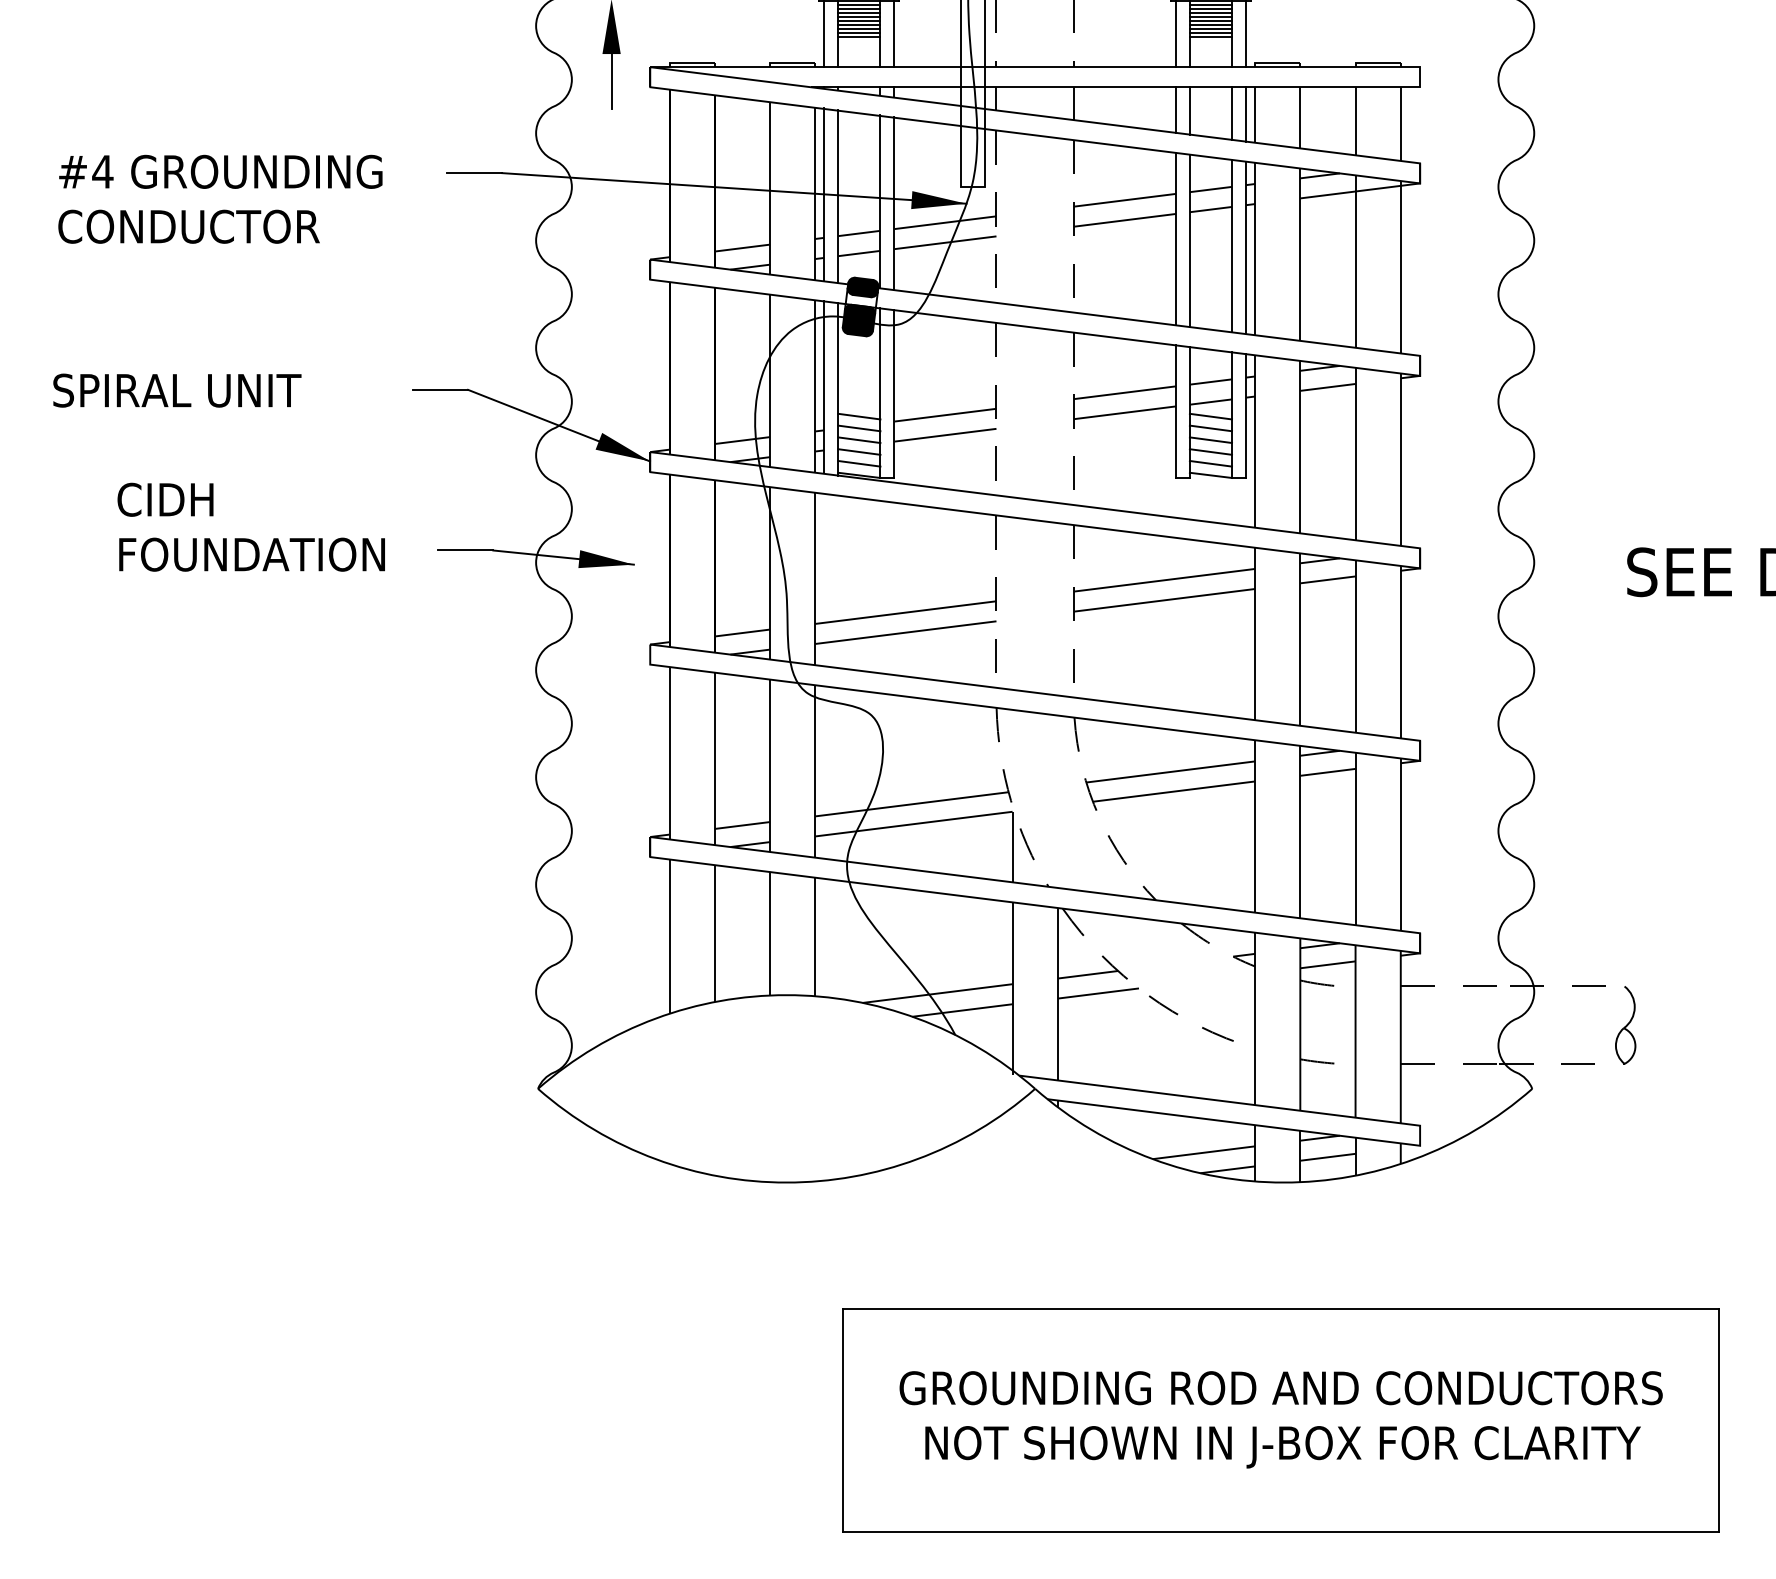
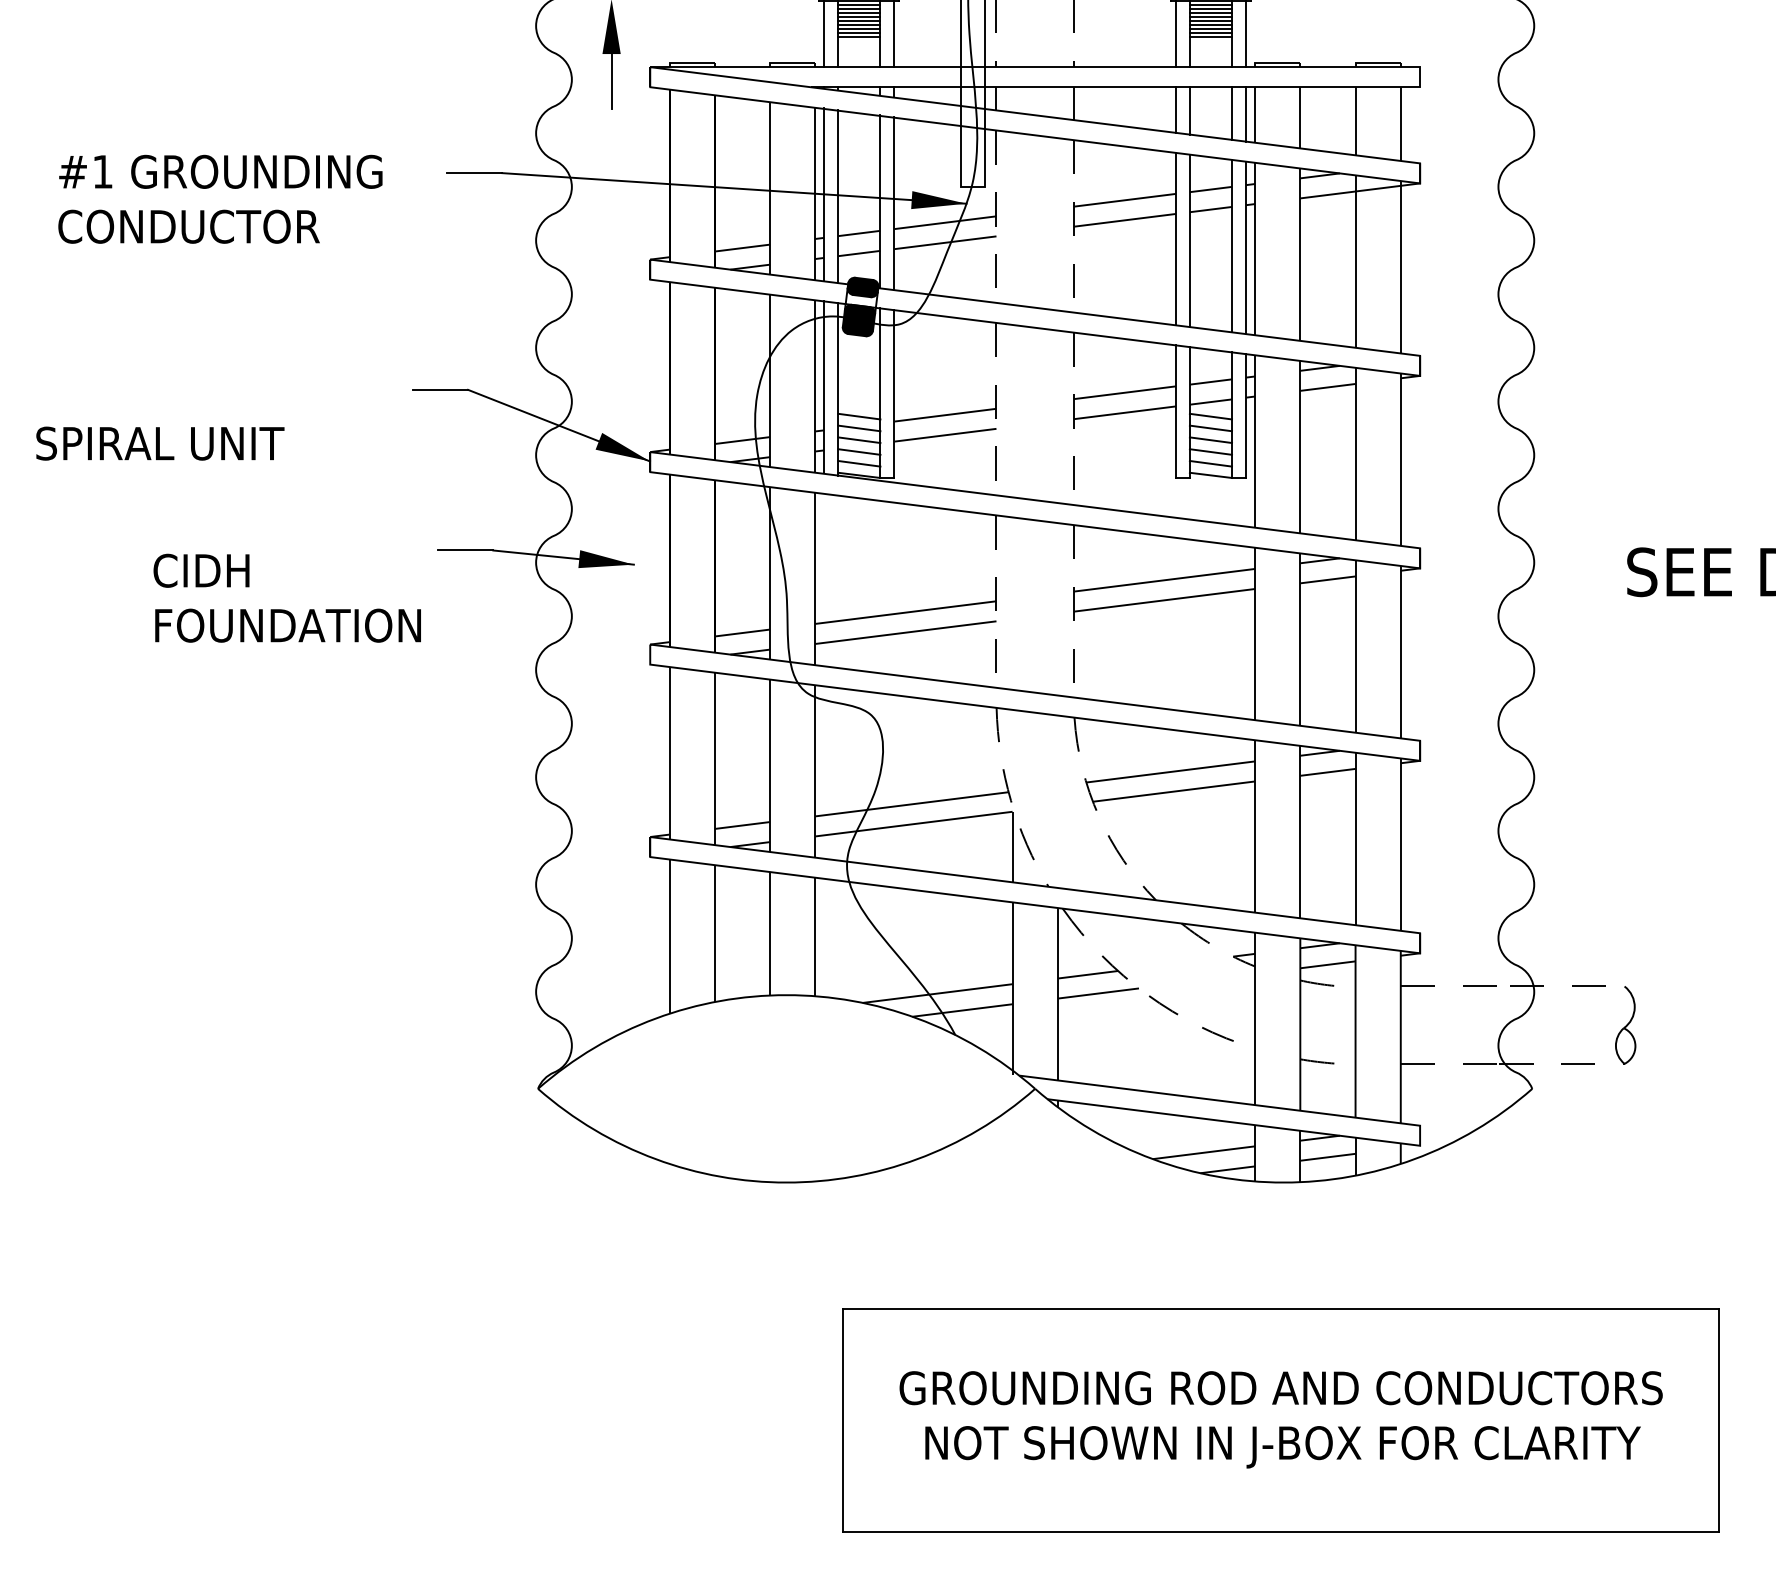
text at (102, 171): #4 -> #1
text at (177, 390) position: (177, 390) -> (160, 443)
text at (250, 526) position: (250, 526) -> (286, 597)
